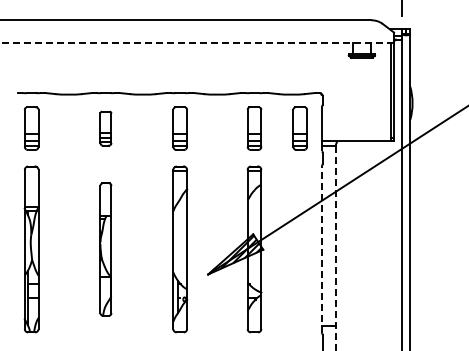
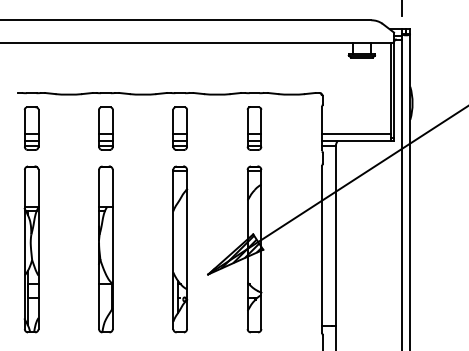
line at (197, 43): dashed -> solid
part at (105, 128) size: 14x37 px -> 16x45 px
part at (299, 128): present -> none
line at (356, 134): none -> present
line at (321, 248): dashed -> solid
line at (335, 248): dashed -> solid
part at (105, 249) size: 14x135 px -> 16x169 px
